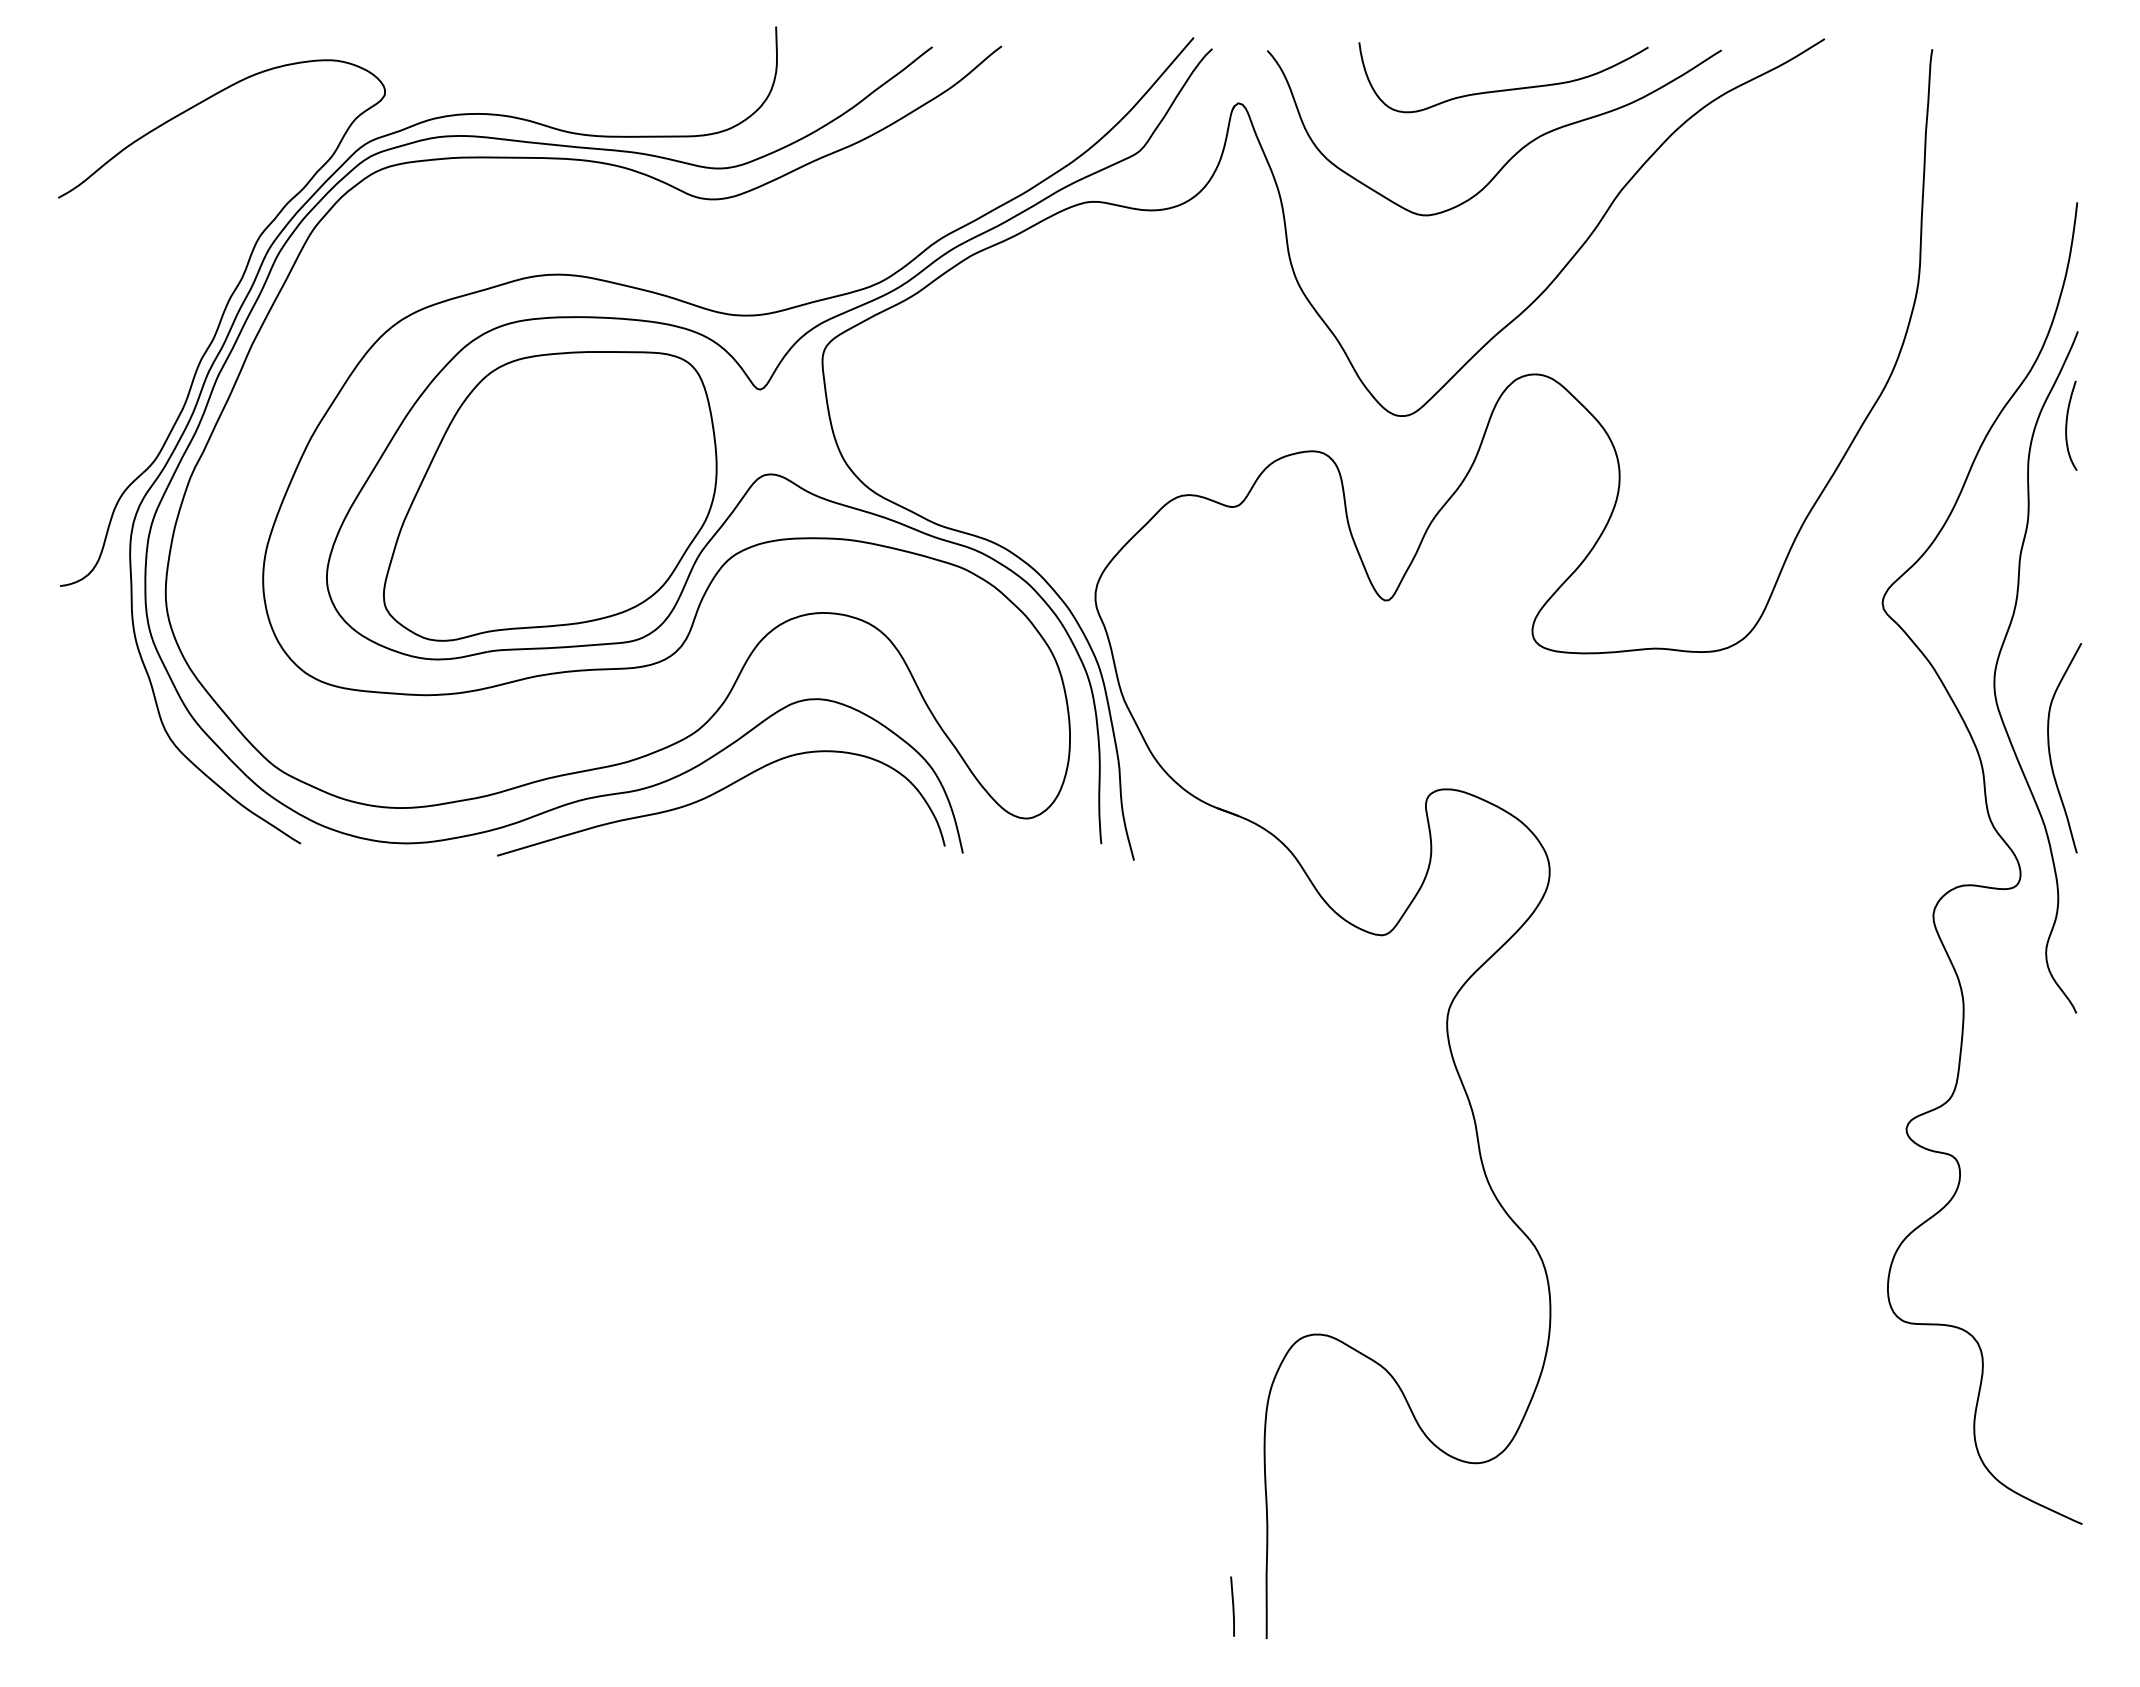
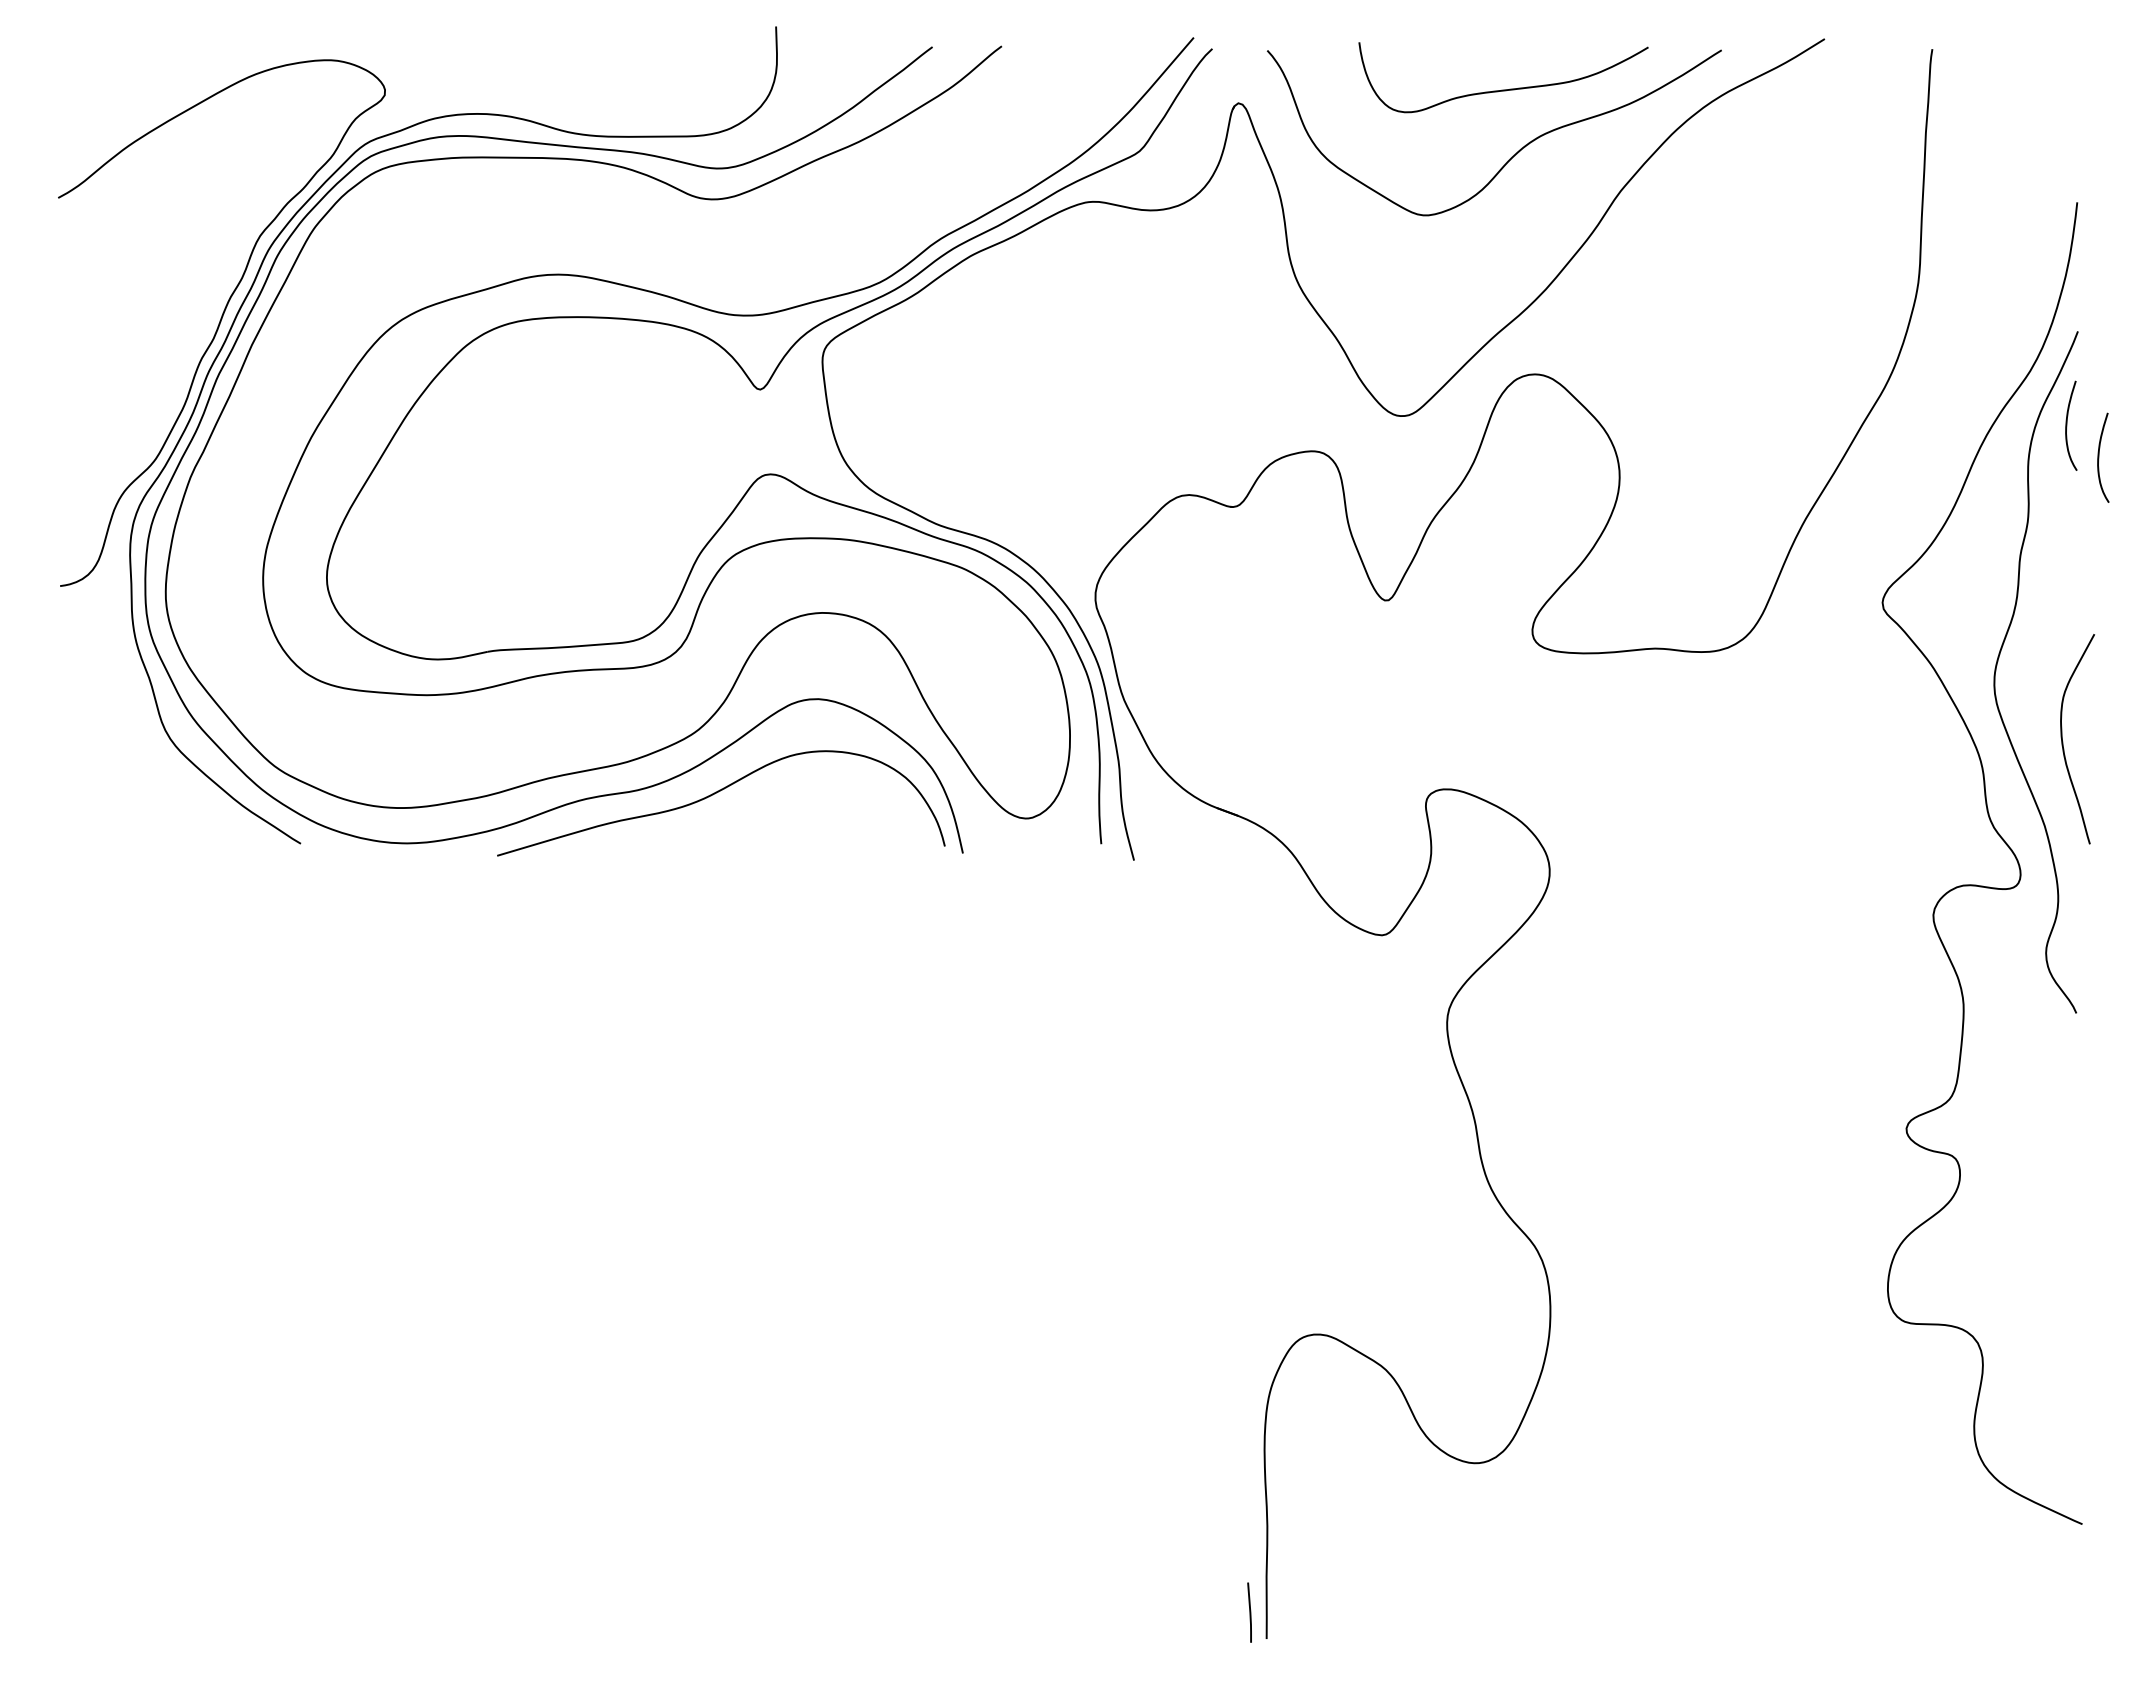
curve at (2099, 457): none -> present
part at (550, 496): present -> none
curve at (2050, 750) position: (2050, 750) -> (2063, 741)
line at (1232, 1606) position: (1232, 1606) -> (1249, 1612)
